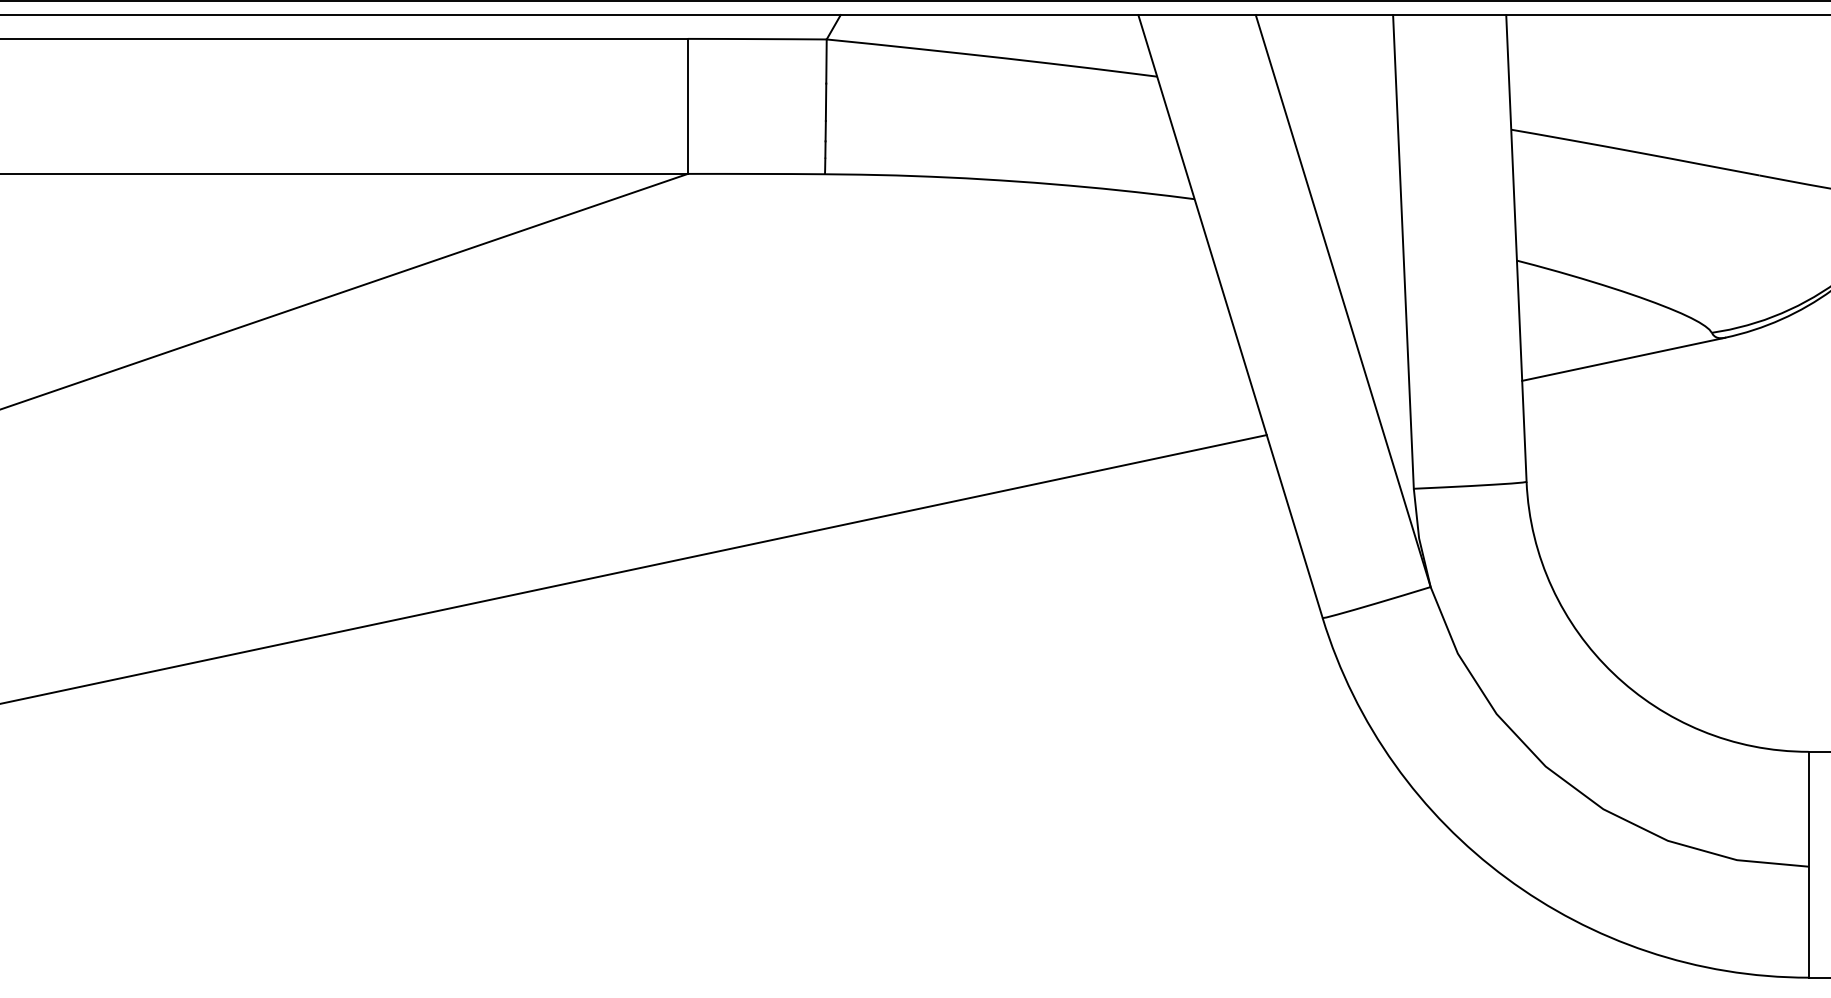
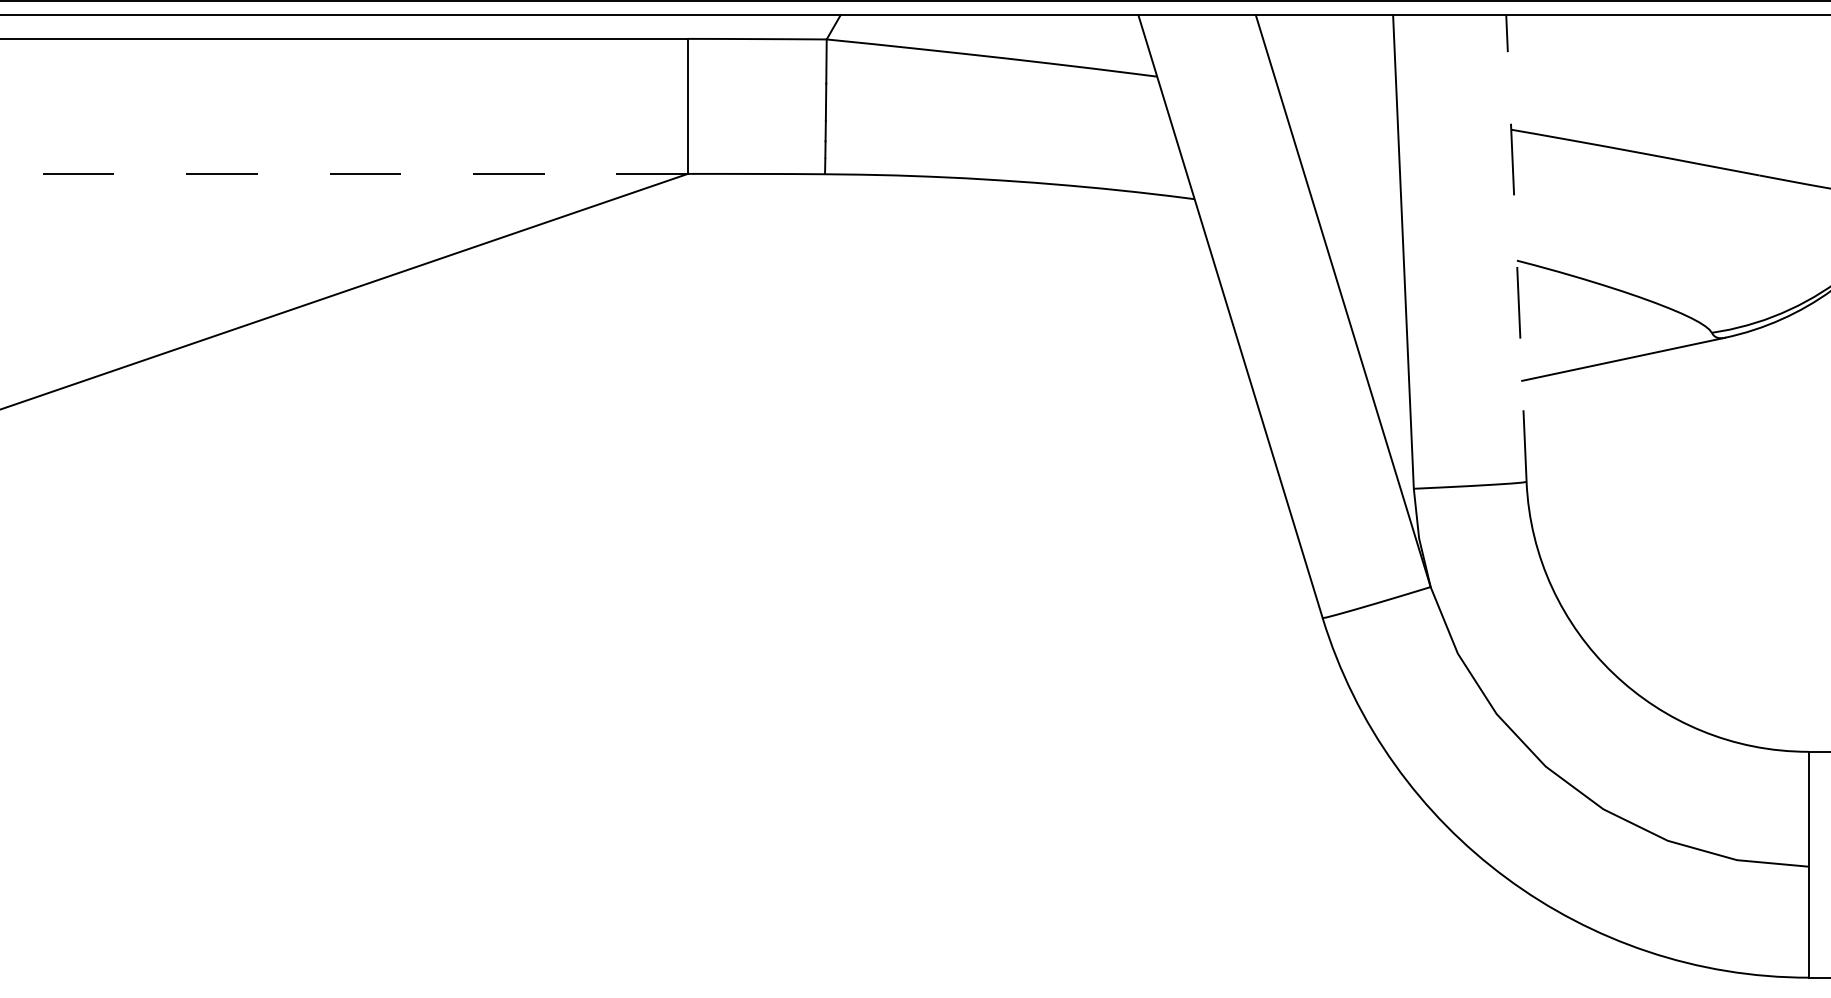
line at (344, 173): solid -> dashed
line at (1516, 248): solid -> dashed
line at (634, 569): present -> none
